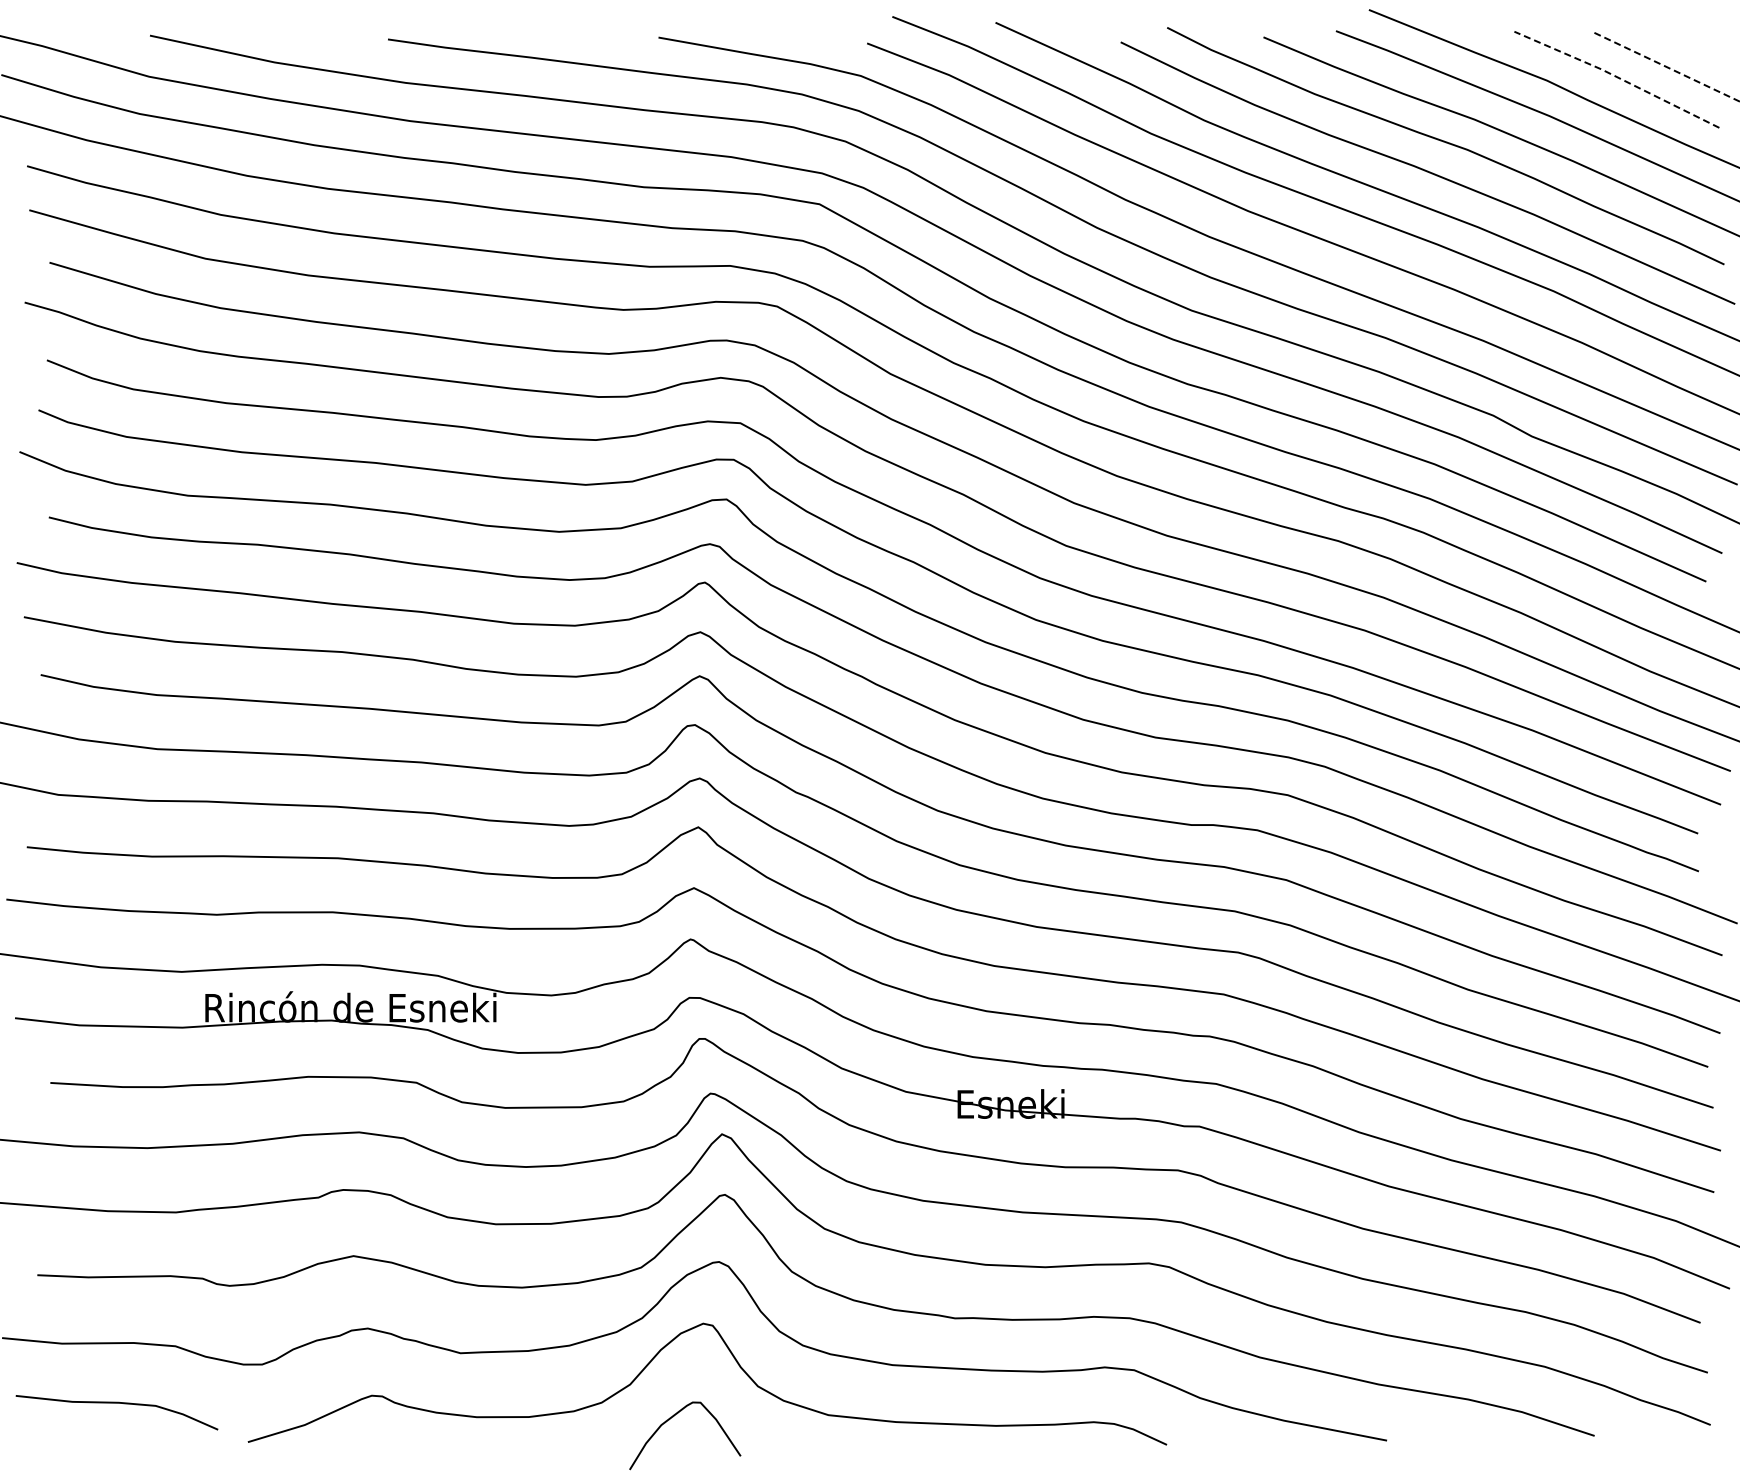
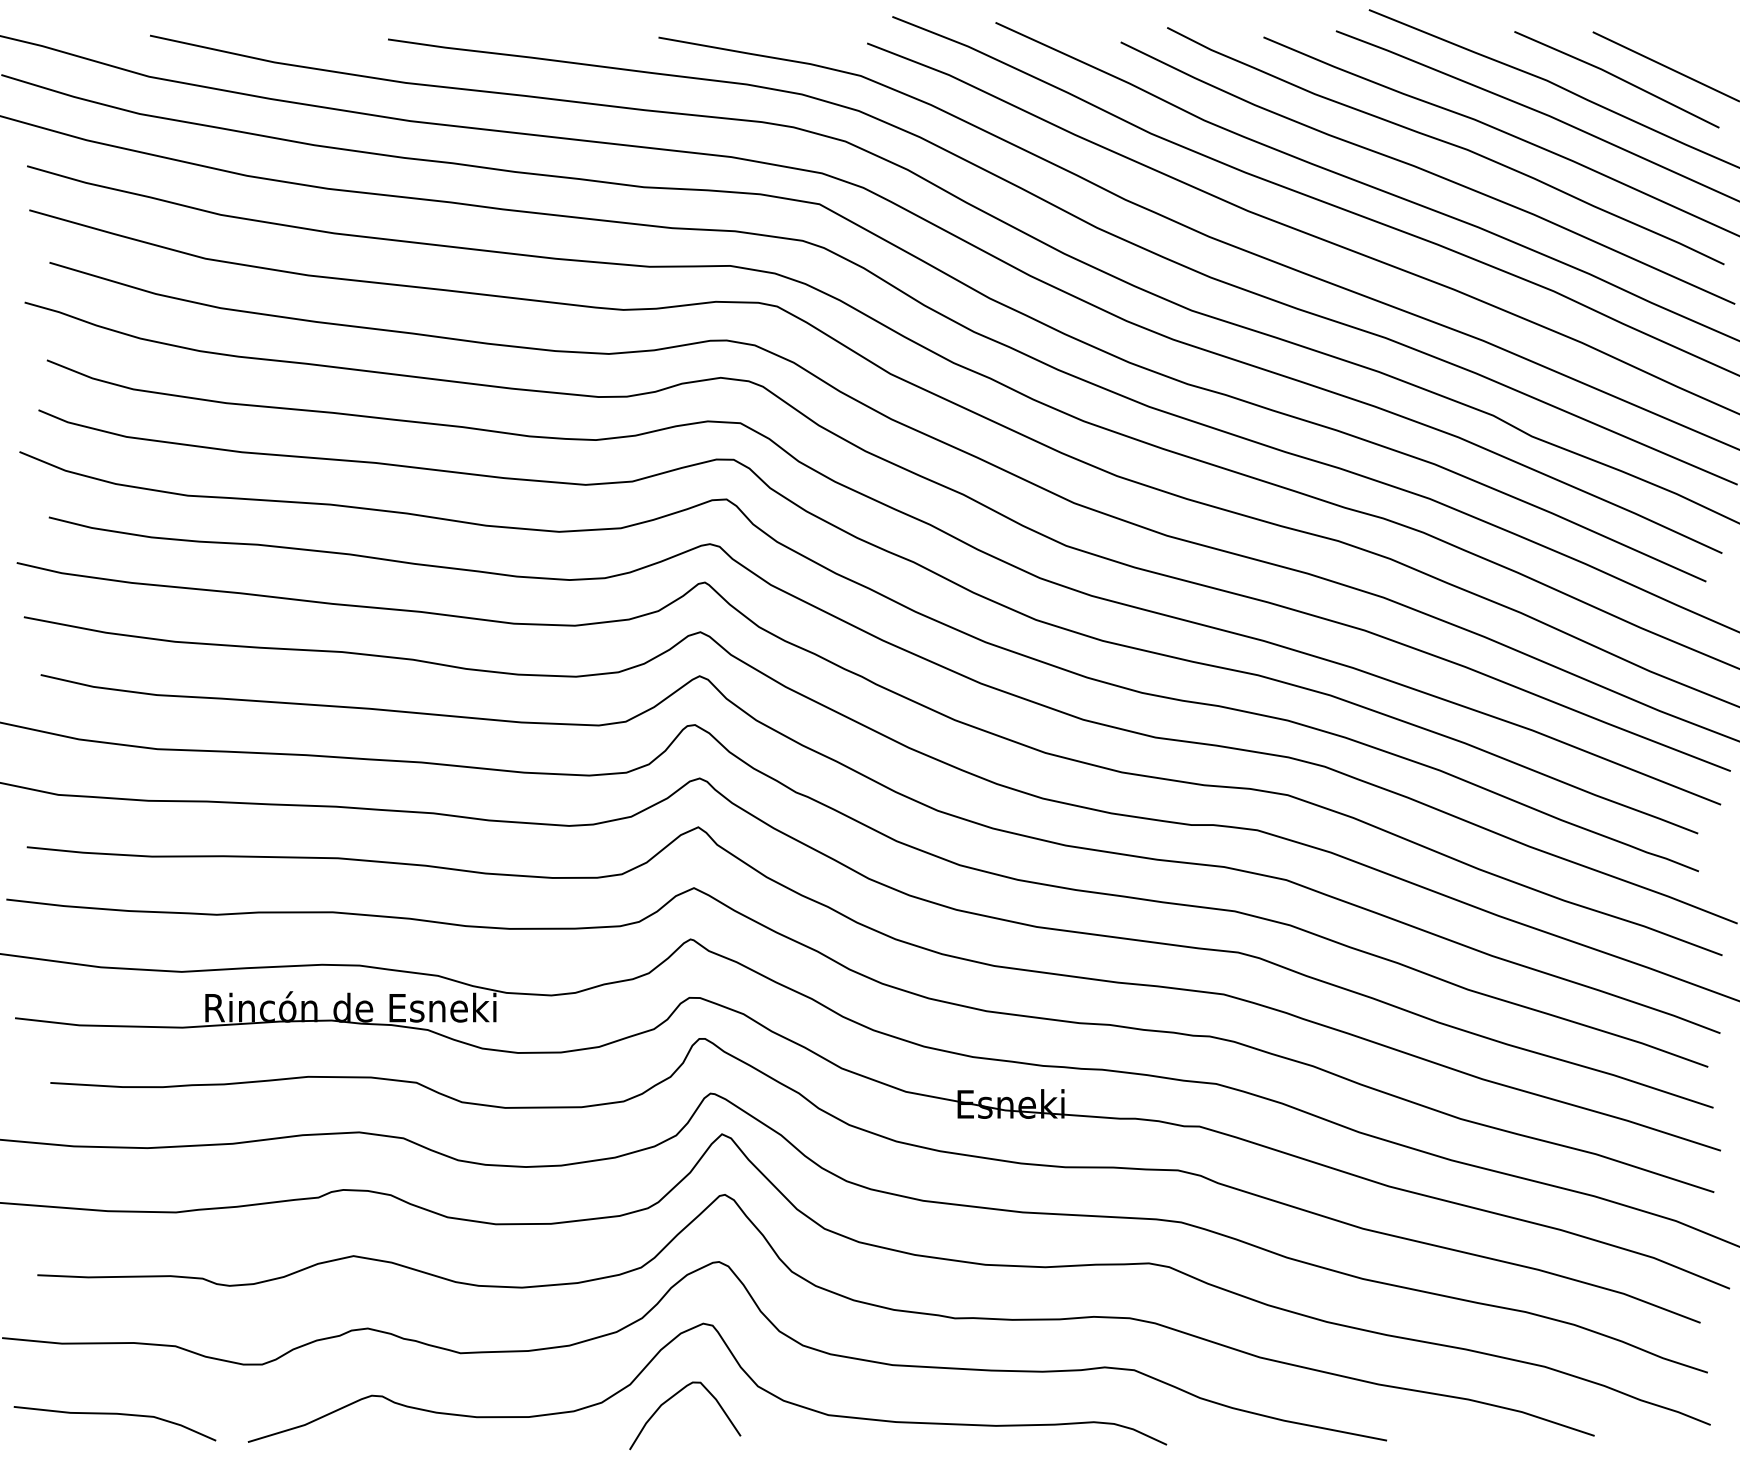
line at (1665, 66): dashed -> solid
line at (1617, 77): dashed -> solid
curve at (116, 1403) position: (116, 1403) -> (114, 1414)
curve at (673, 1417) position: (673, 1417) -> (673, 1397)
